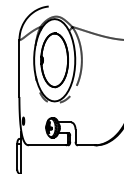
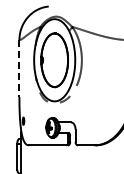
line at (19, 69): solid -> dashed
